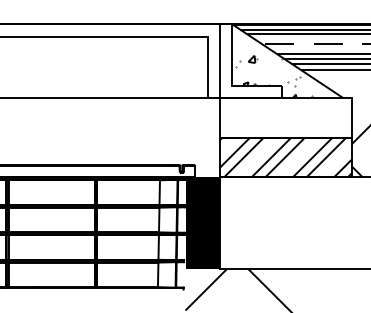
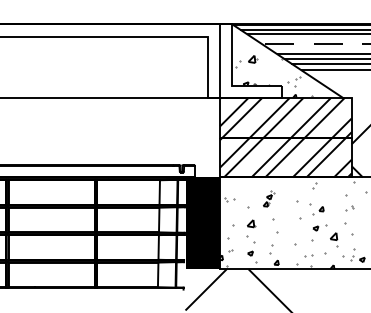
hatch at (285, 117): none -> present
hatch at (292, 225): none -> present
